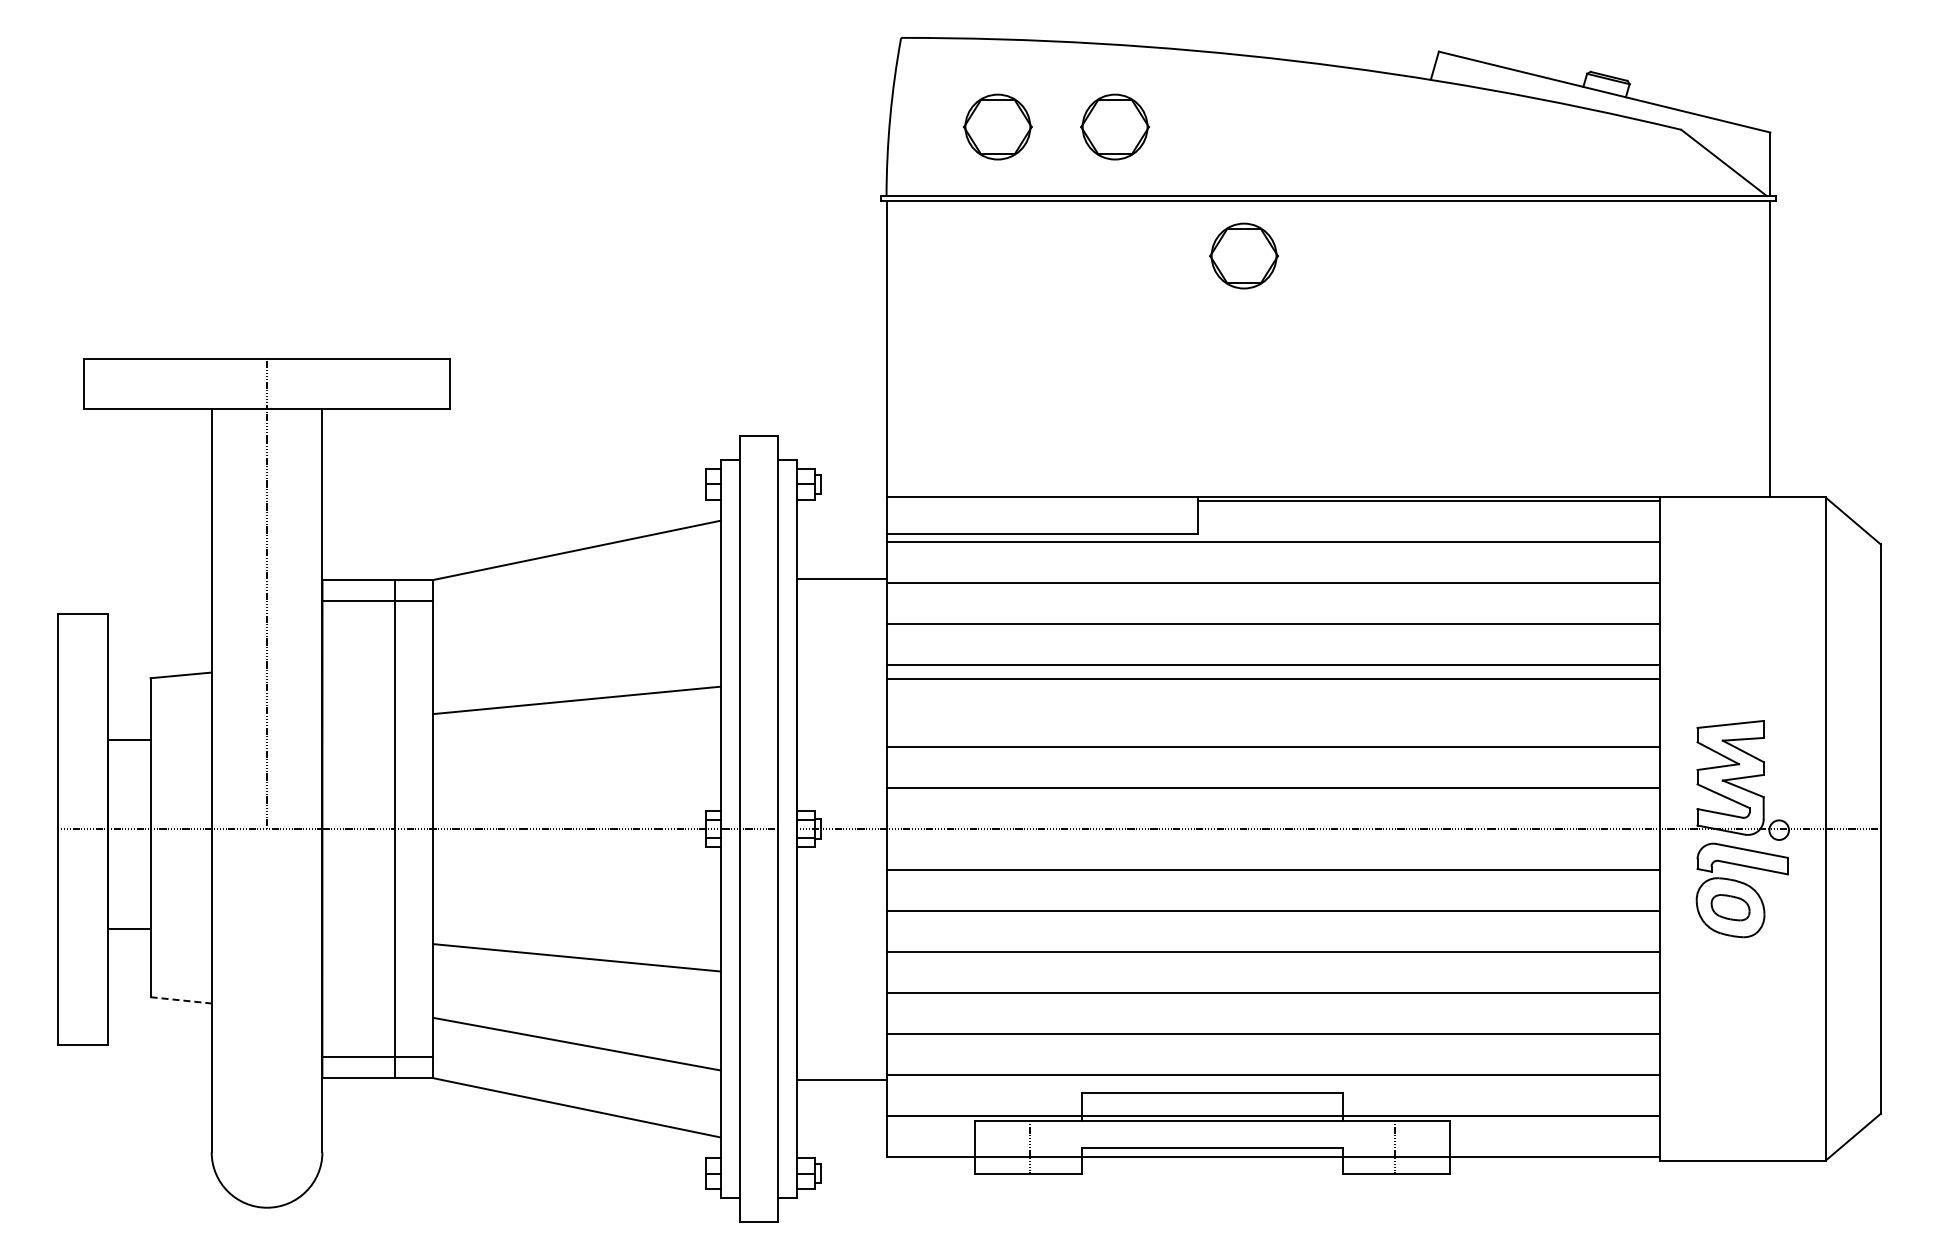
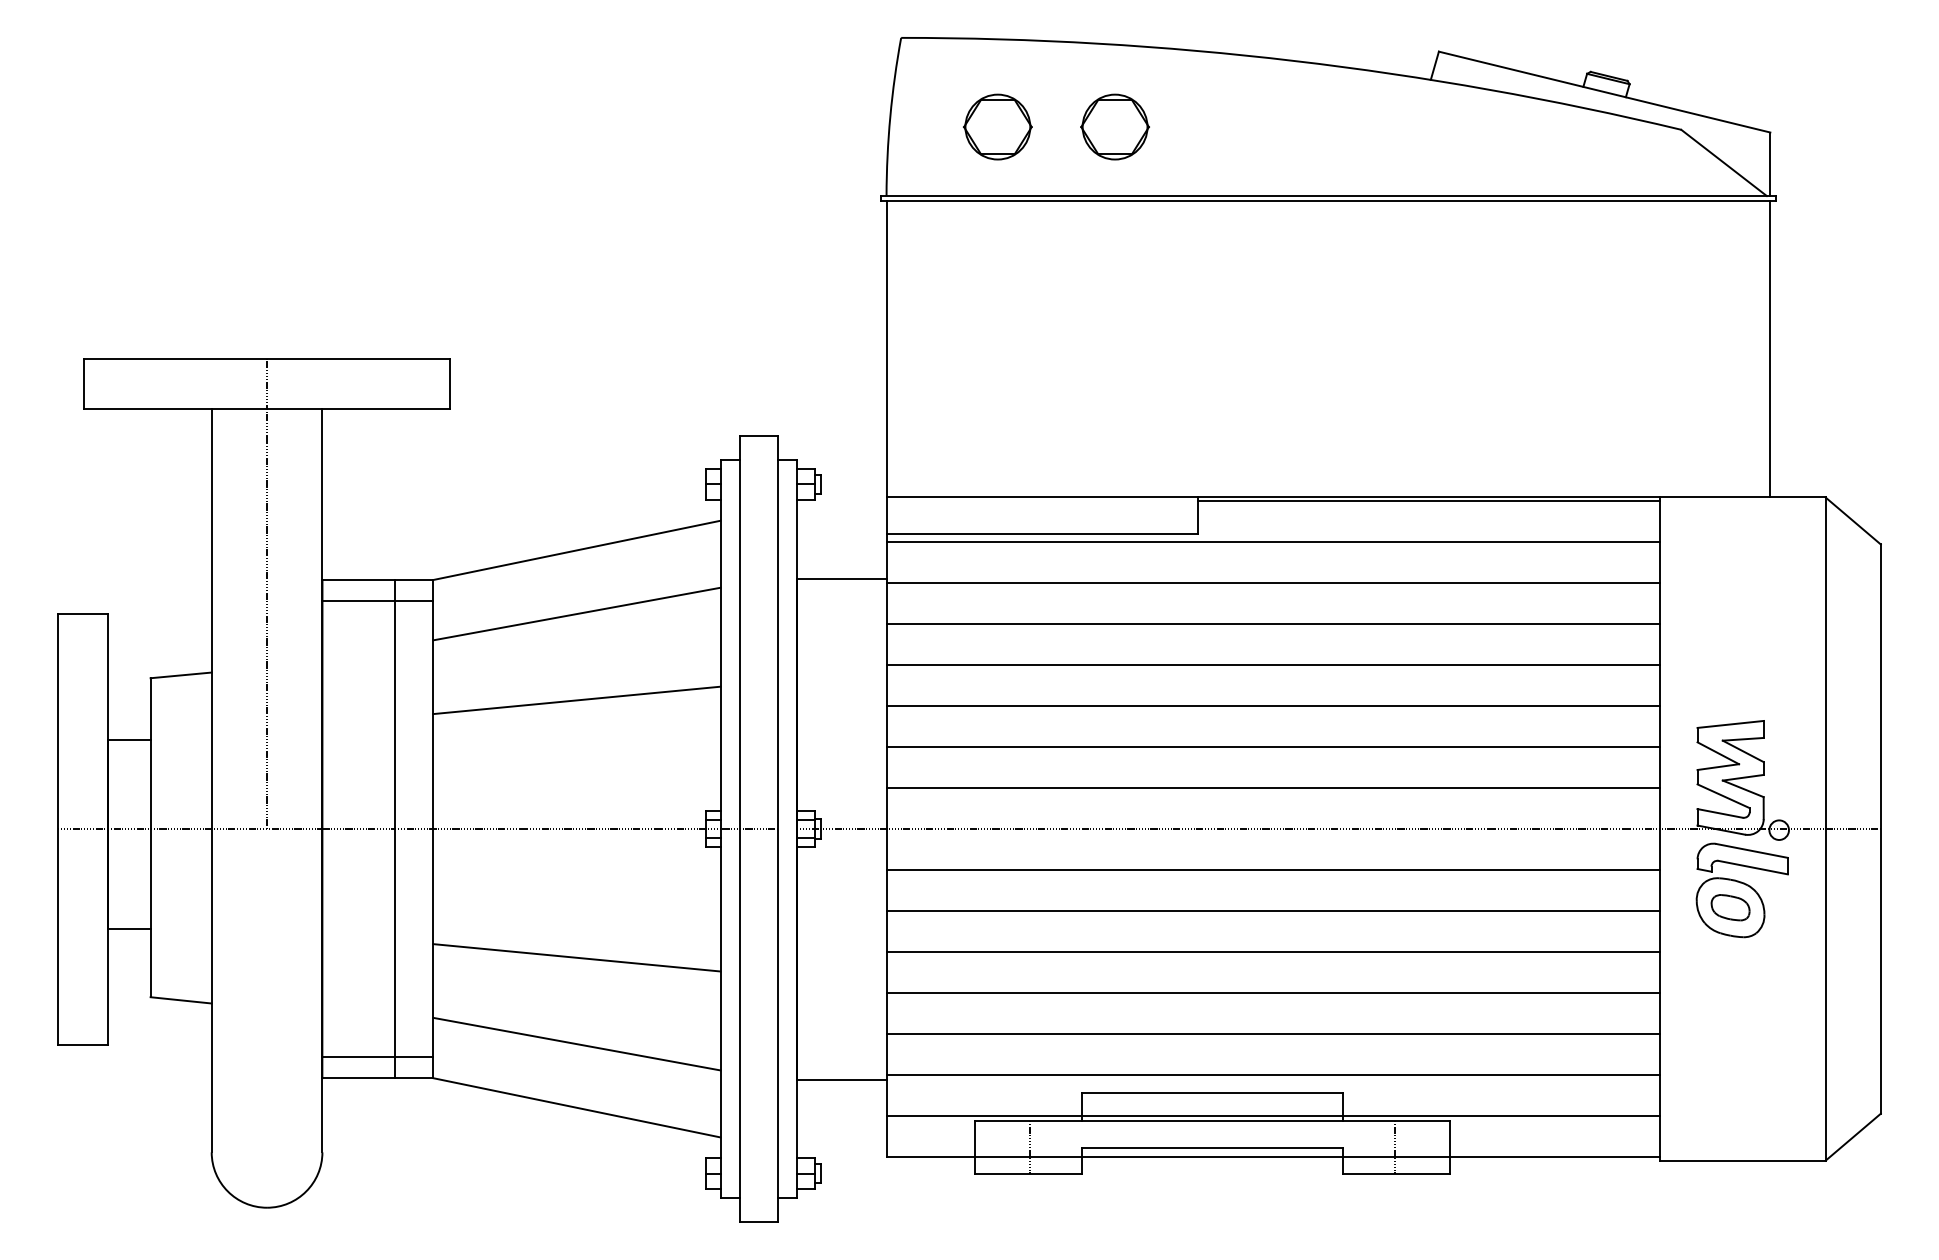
part at (1243, 255): present -> none
line at (576, 613): none -> present
line at (1272, 679) position: (1272, 679) -> (1272, 706)
line at (181, 1000): dashed -> solid
